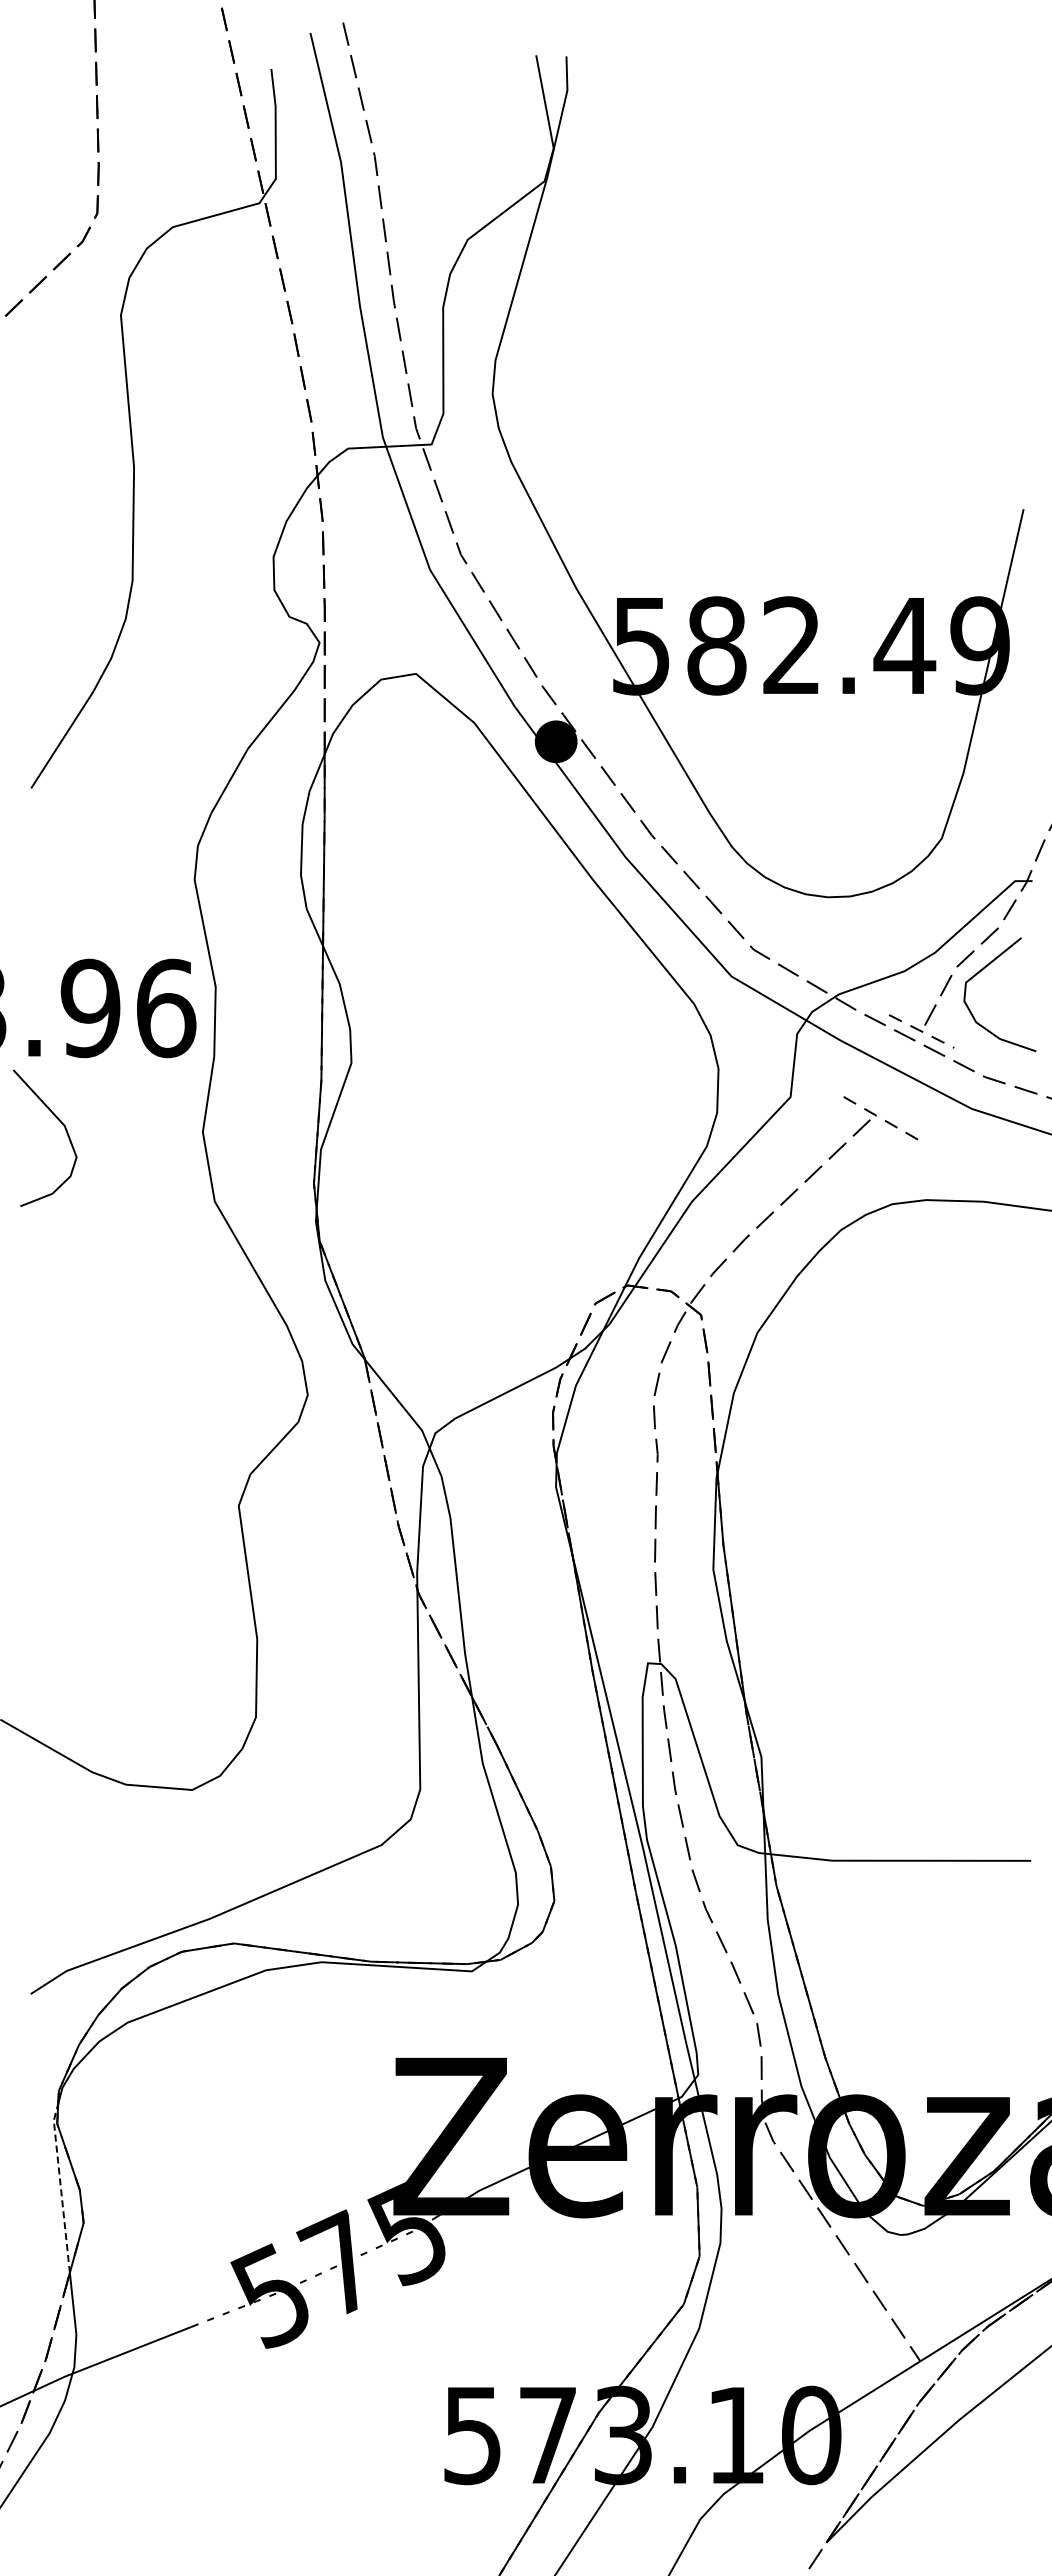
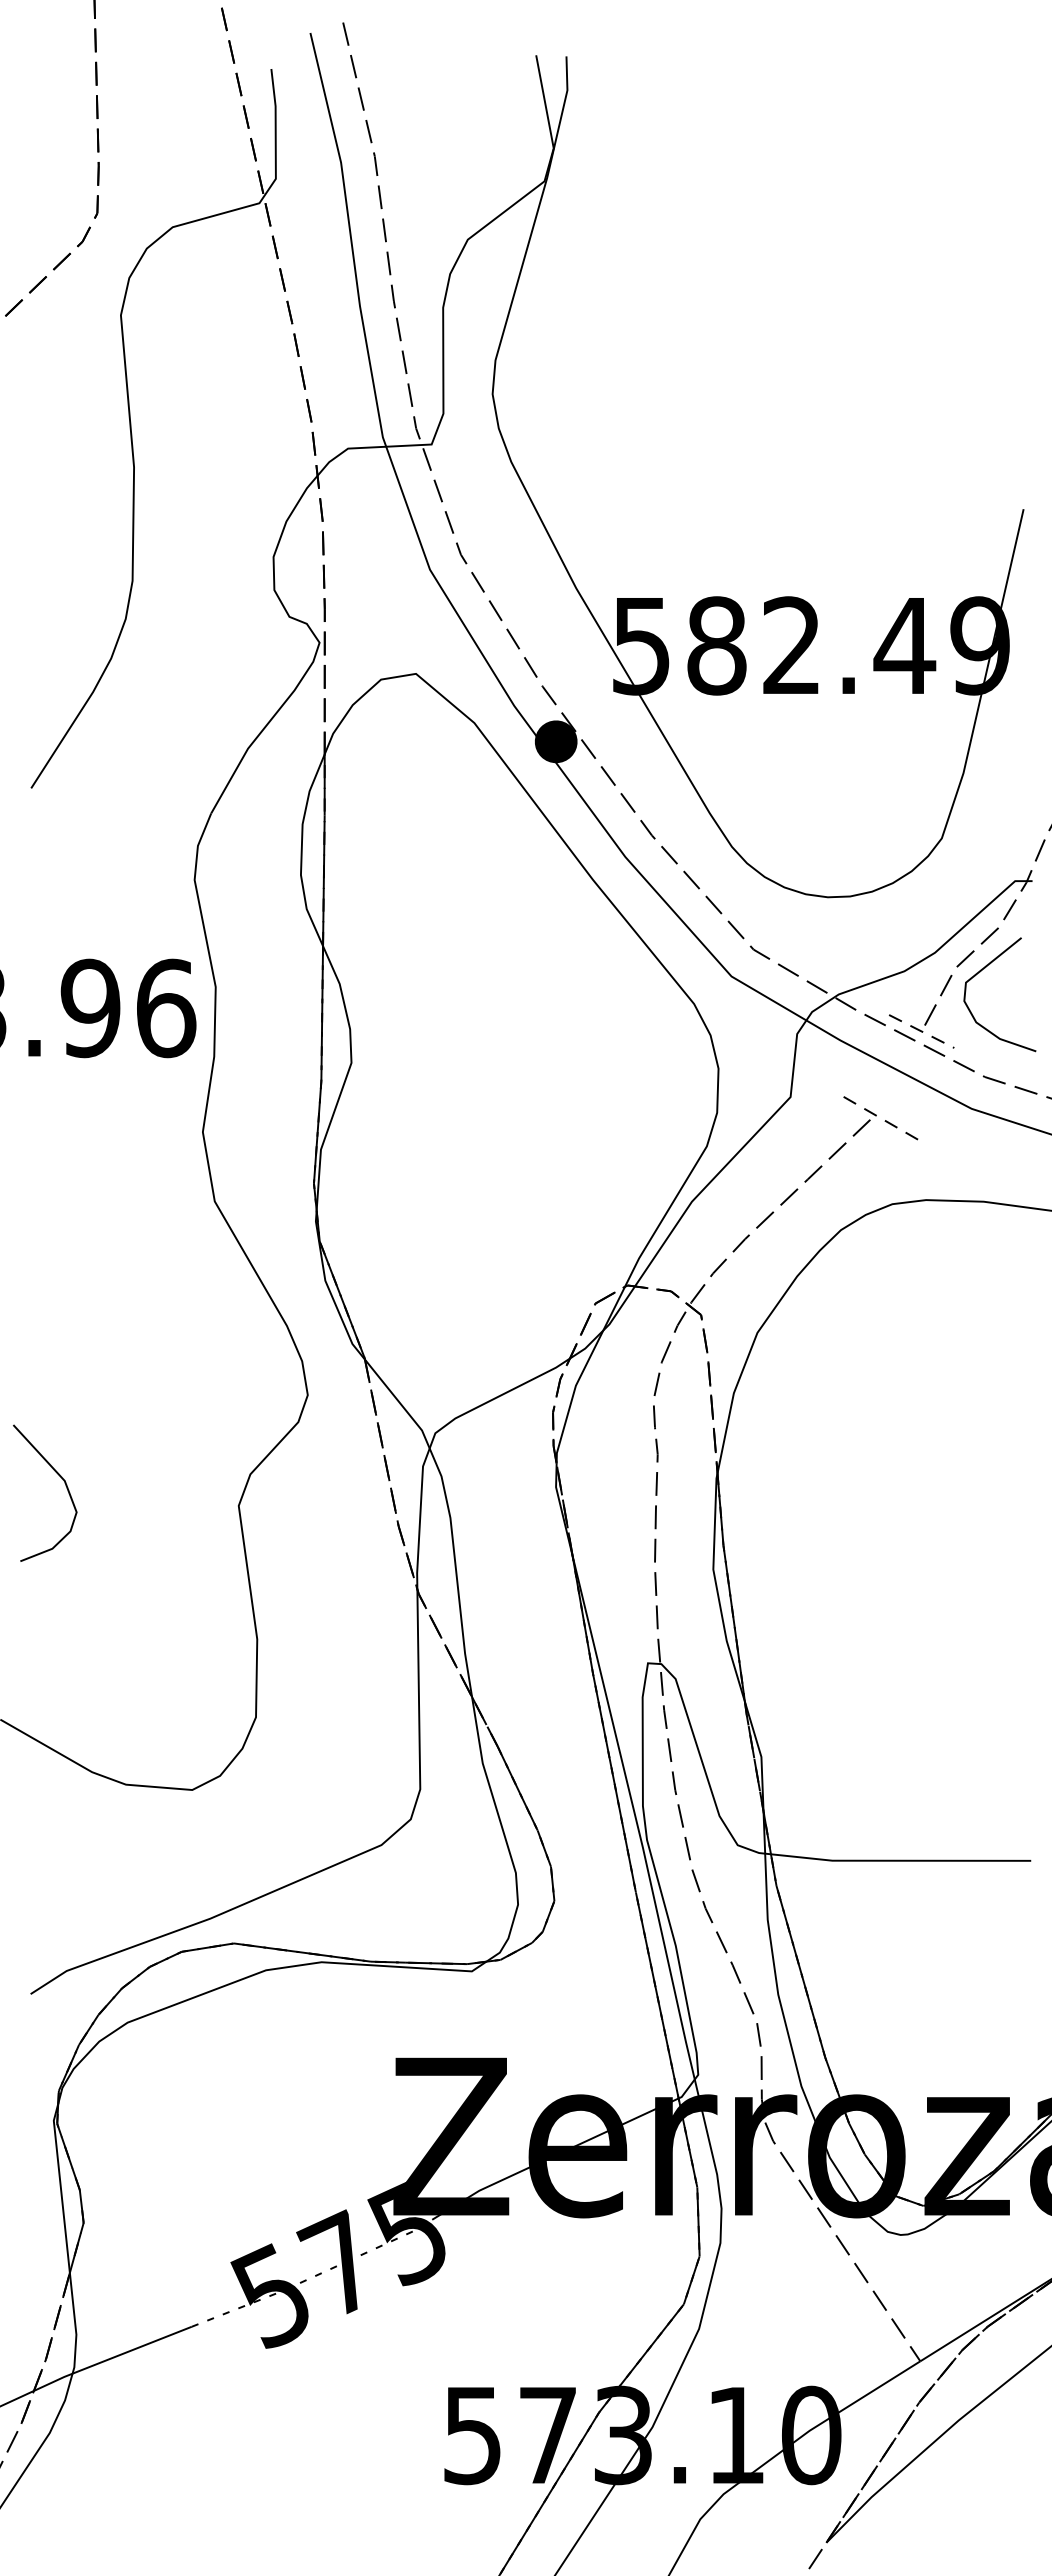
curve at (65, 1131) position: (65, 1131) -> (65, 1486)
line at (60, 2186): dashed -> solid
